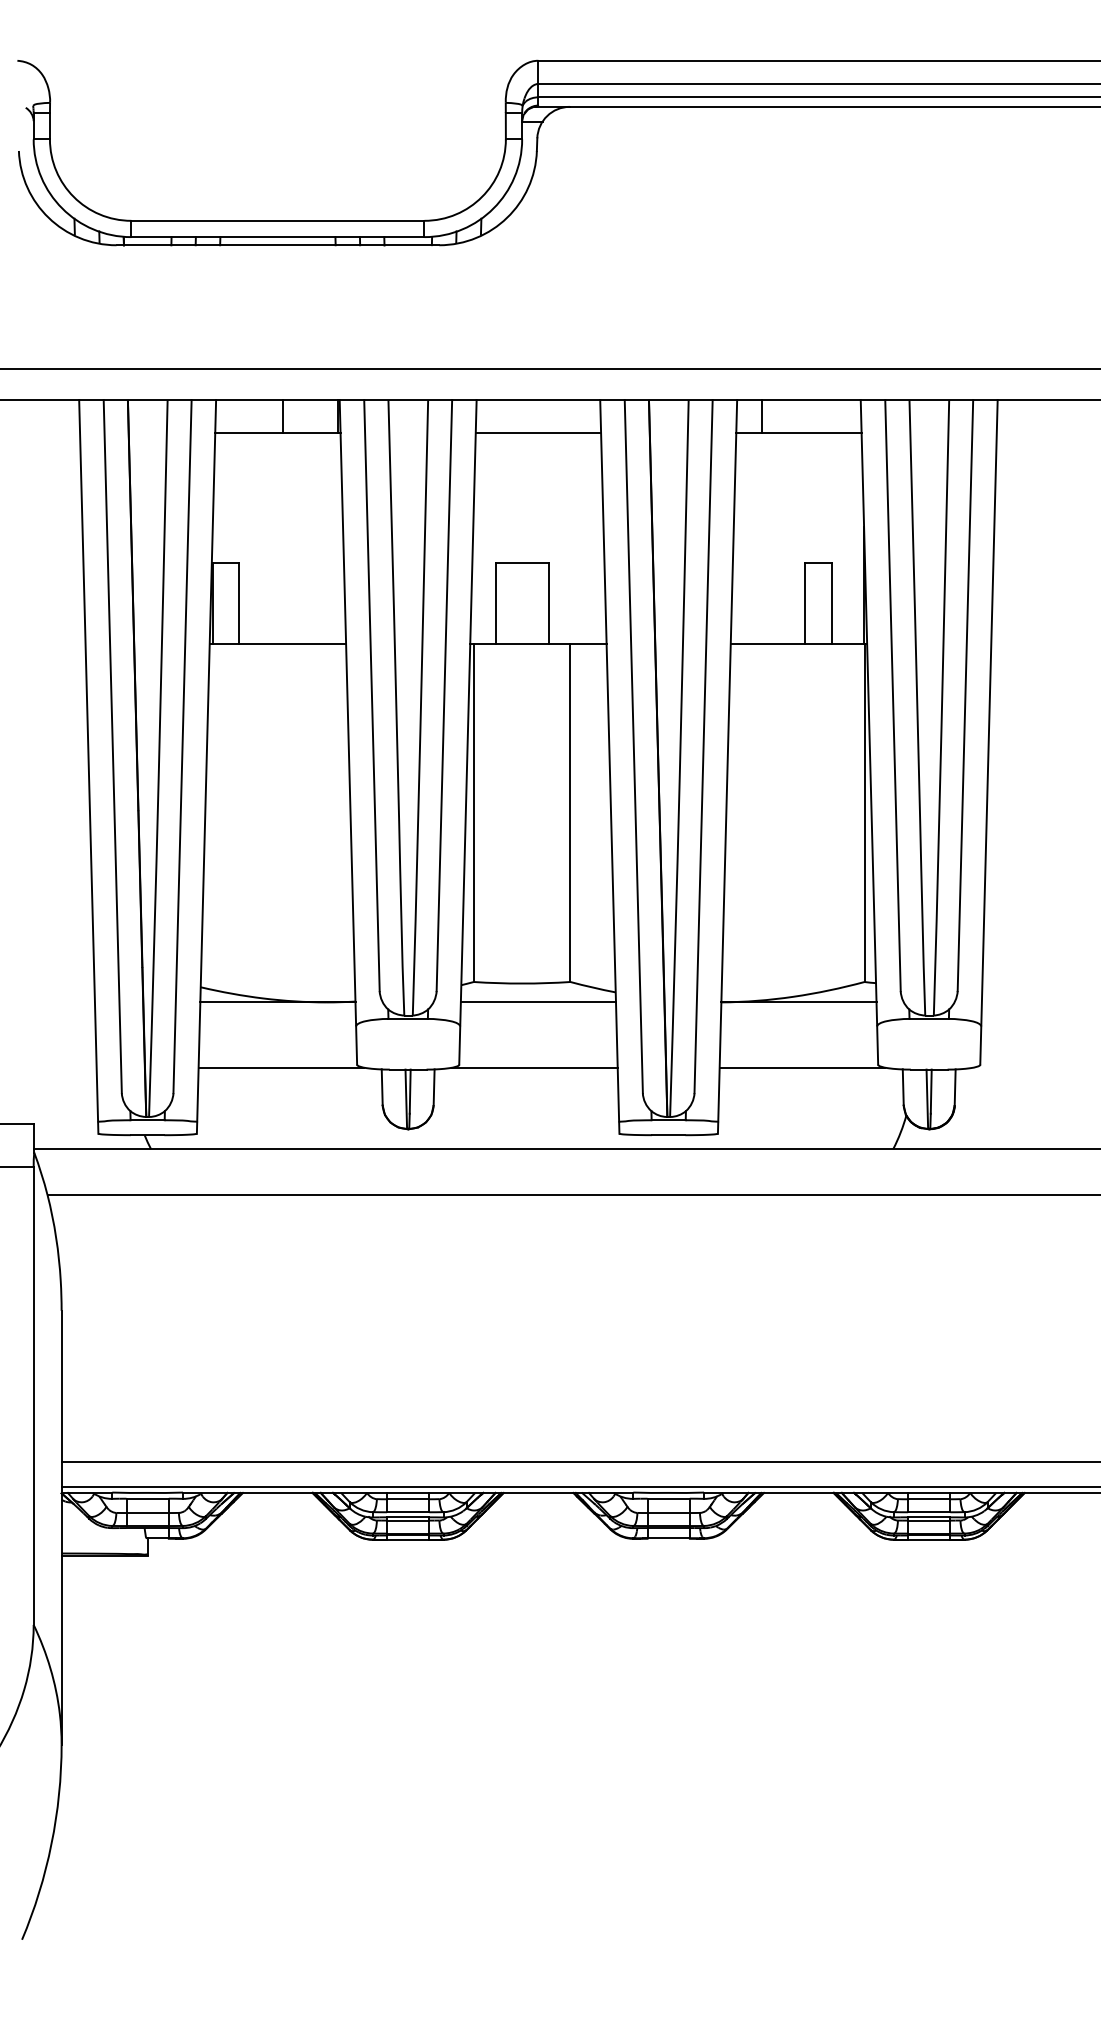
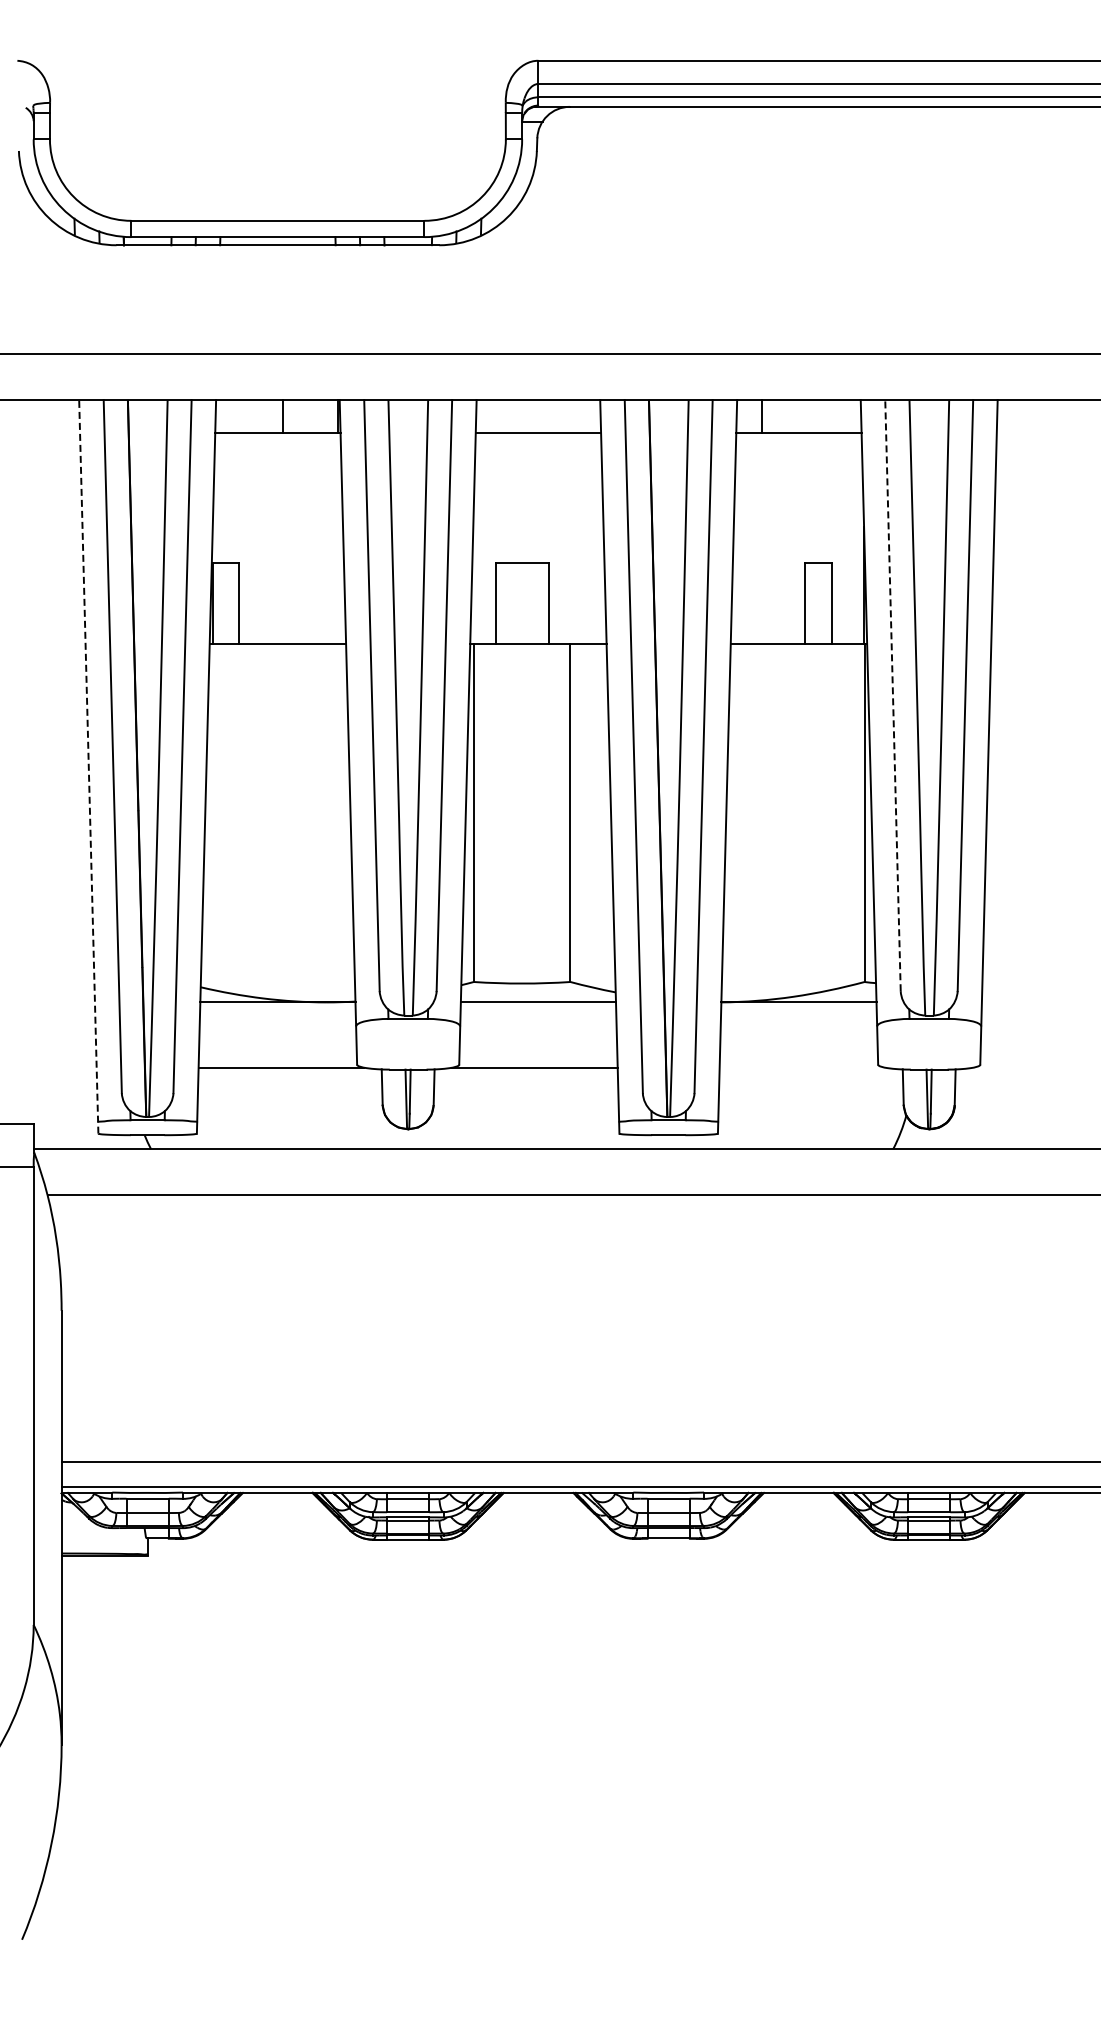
line at (549, 369) position: (549, 369) -> (549, 354)
line at (892, 695): solid -> dashed
line at (88, 766): solid -> dashed
line at (802, 1067): present -> none
